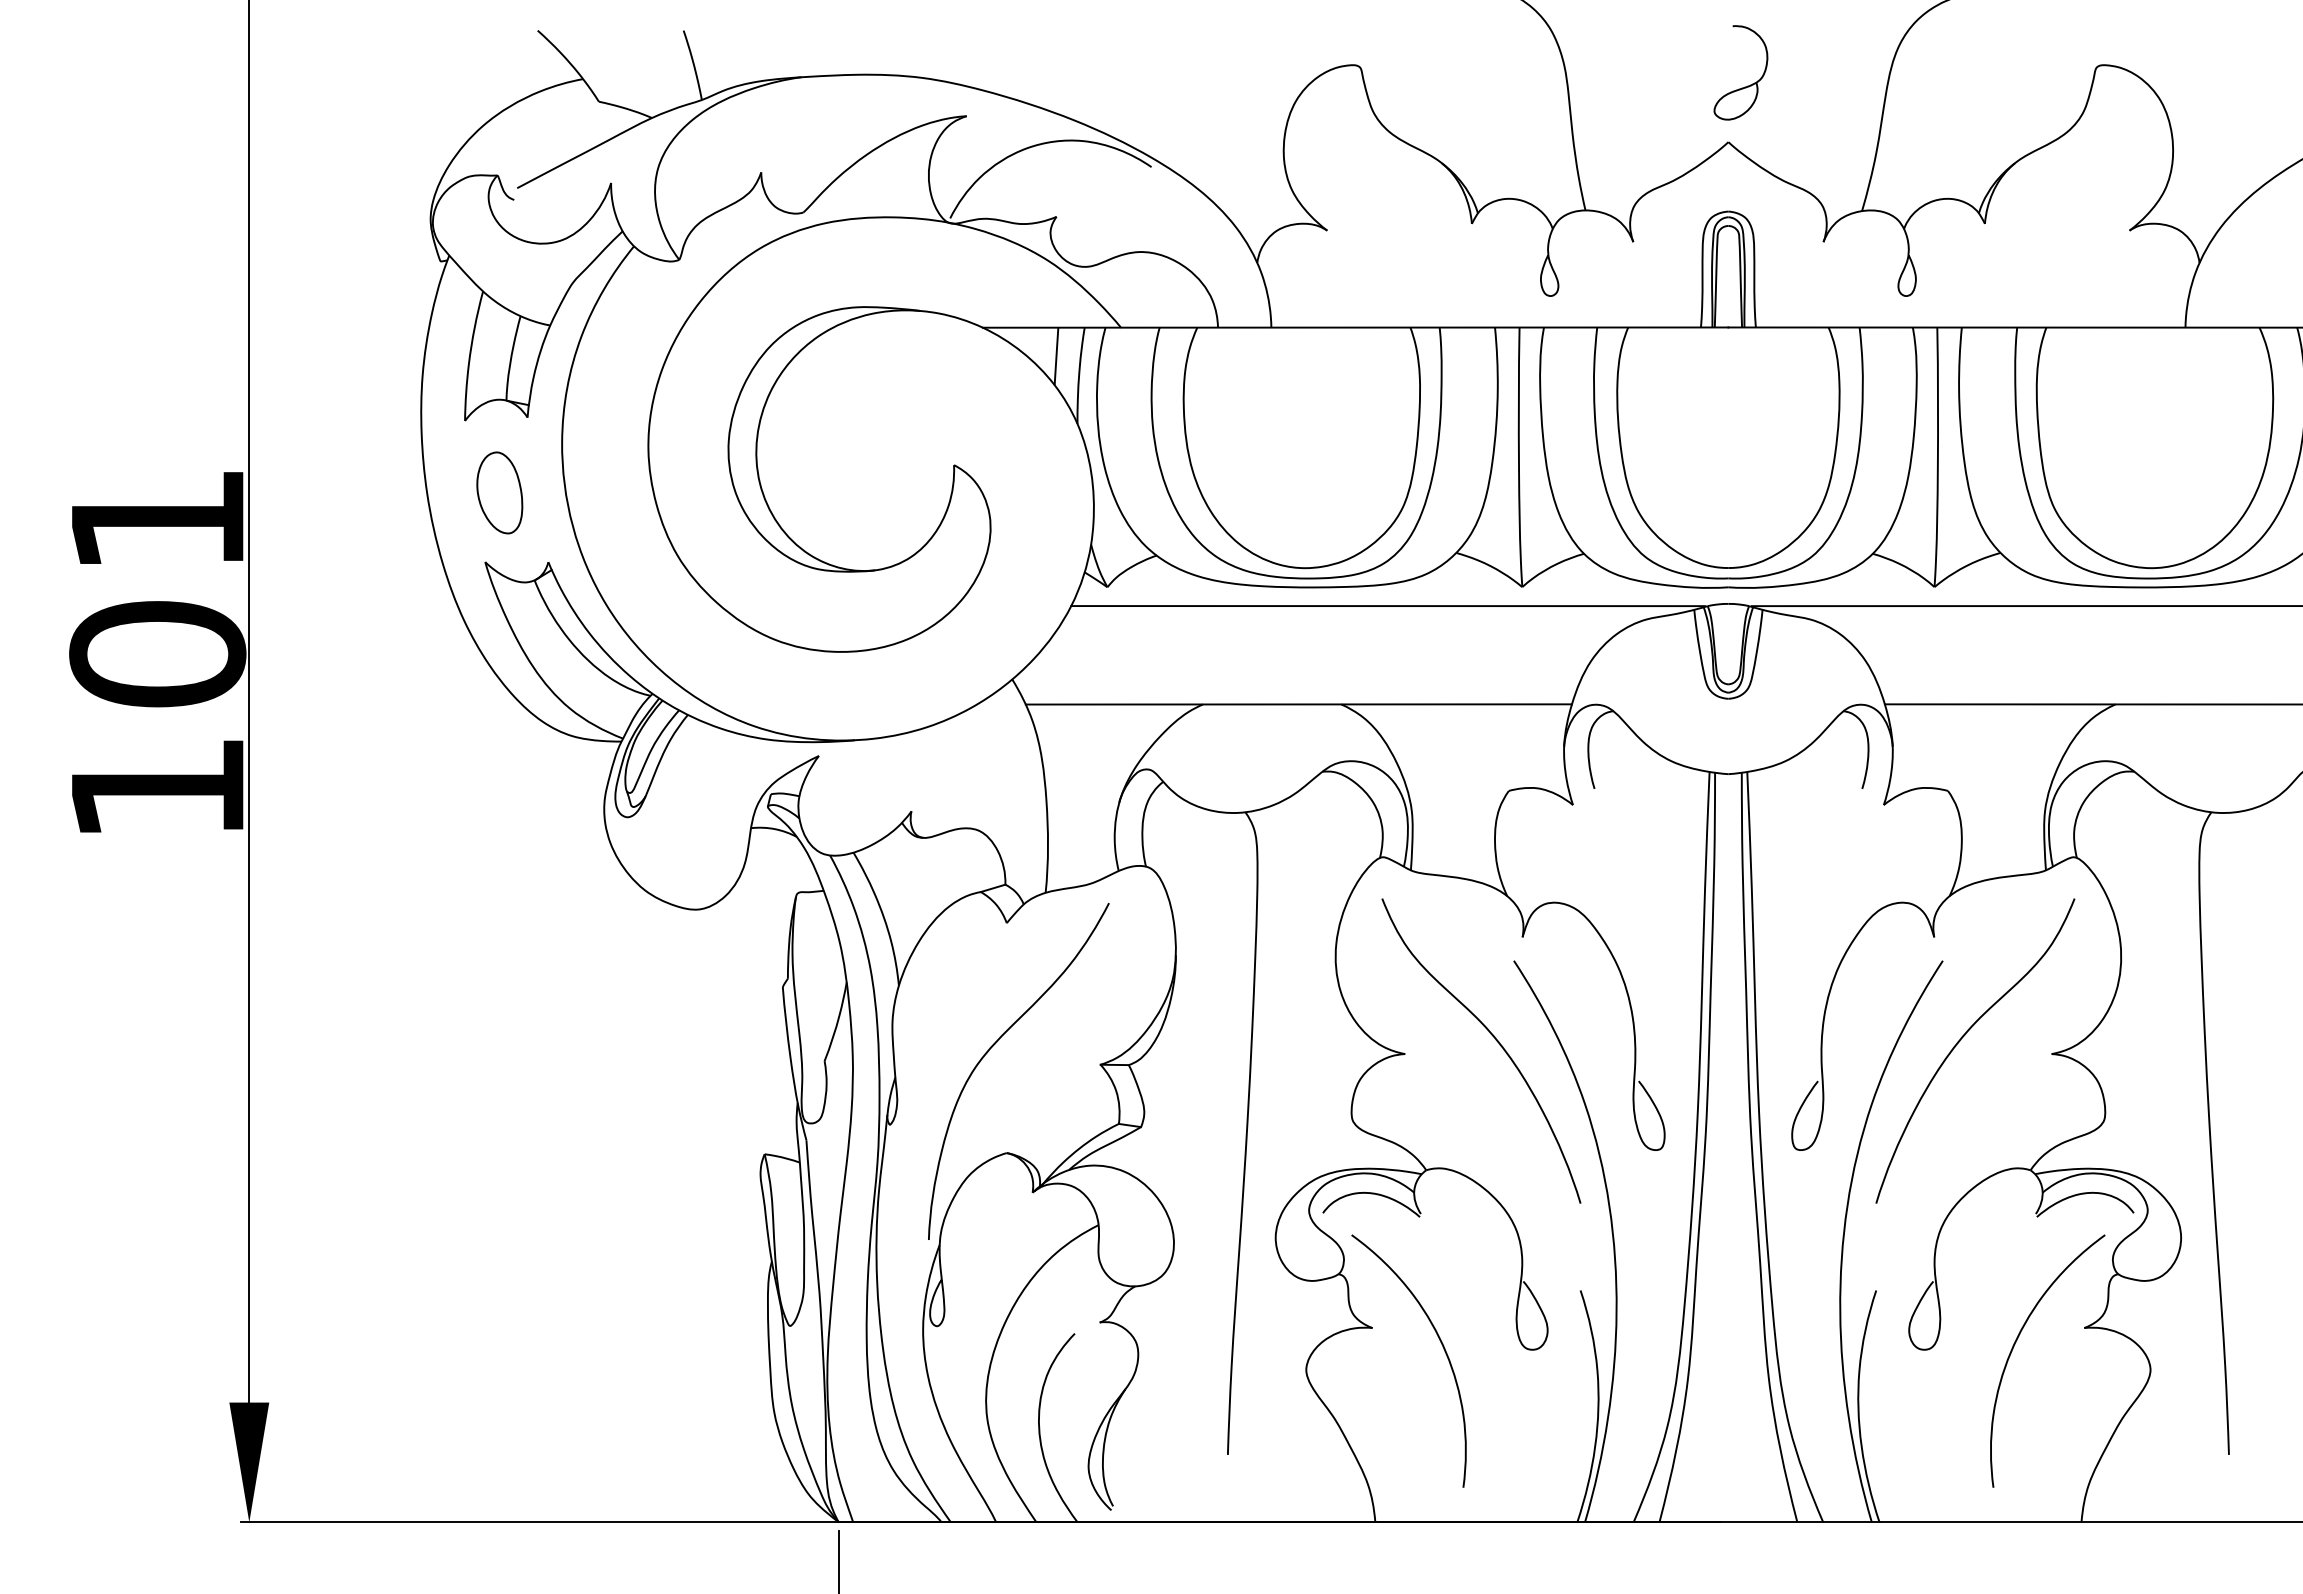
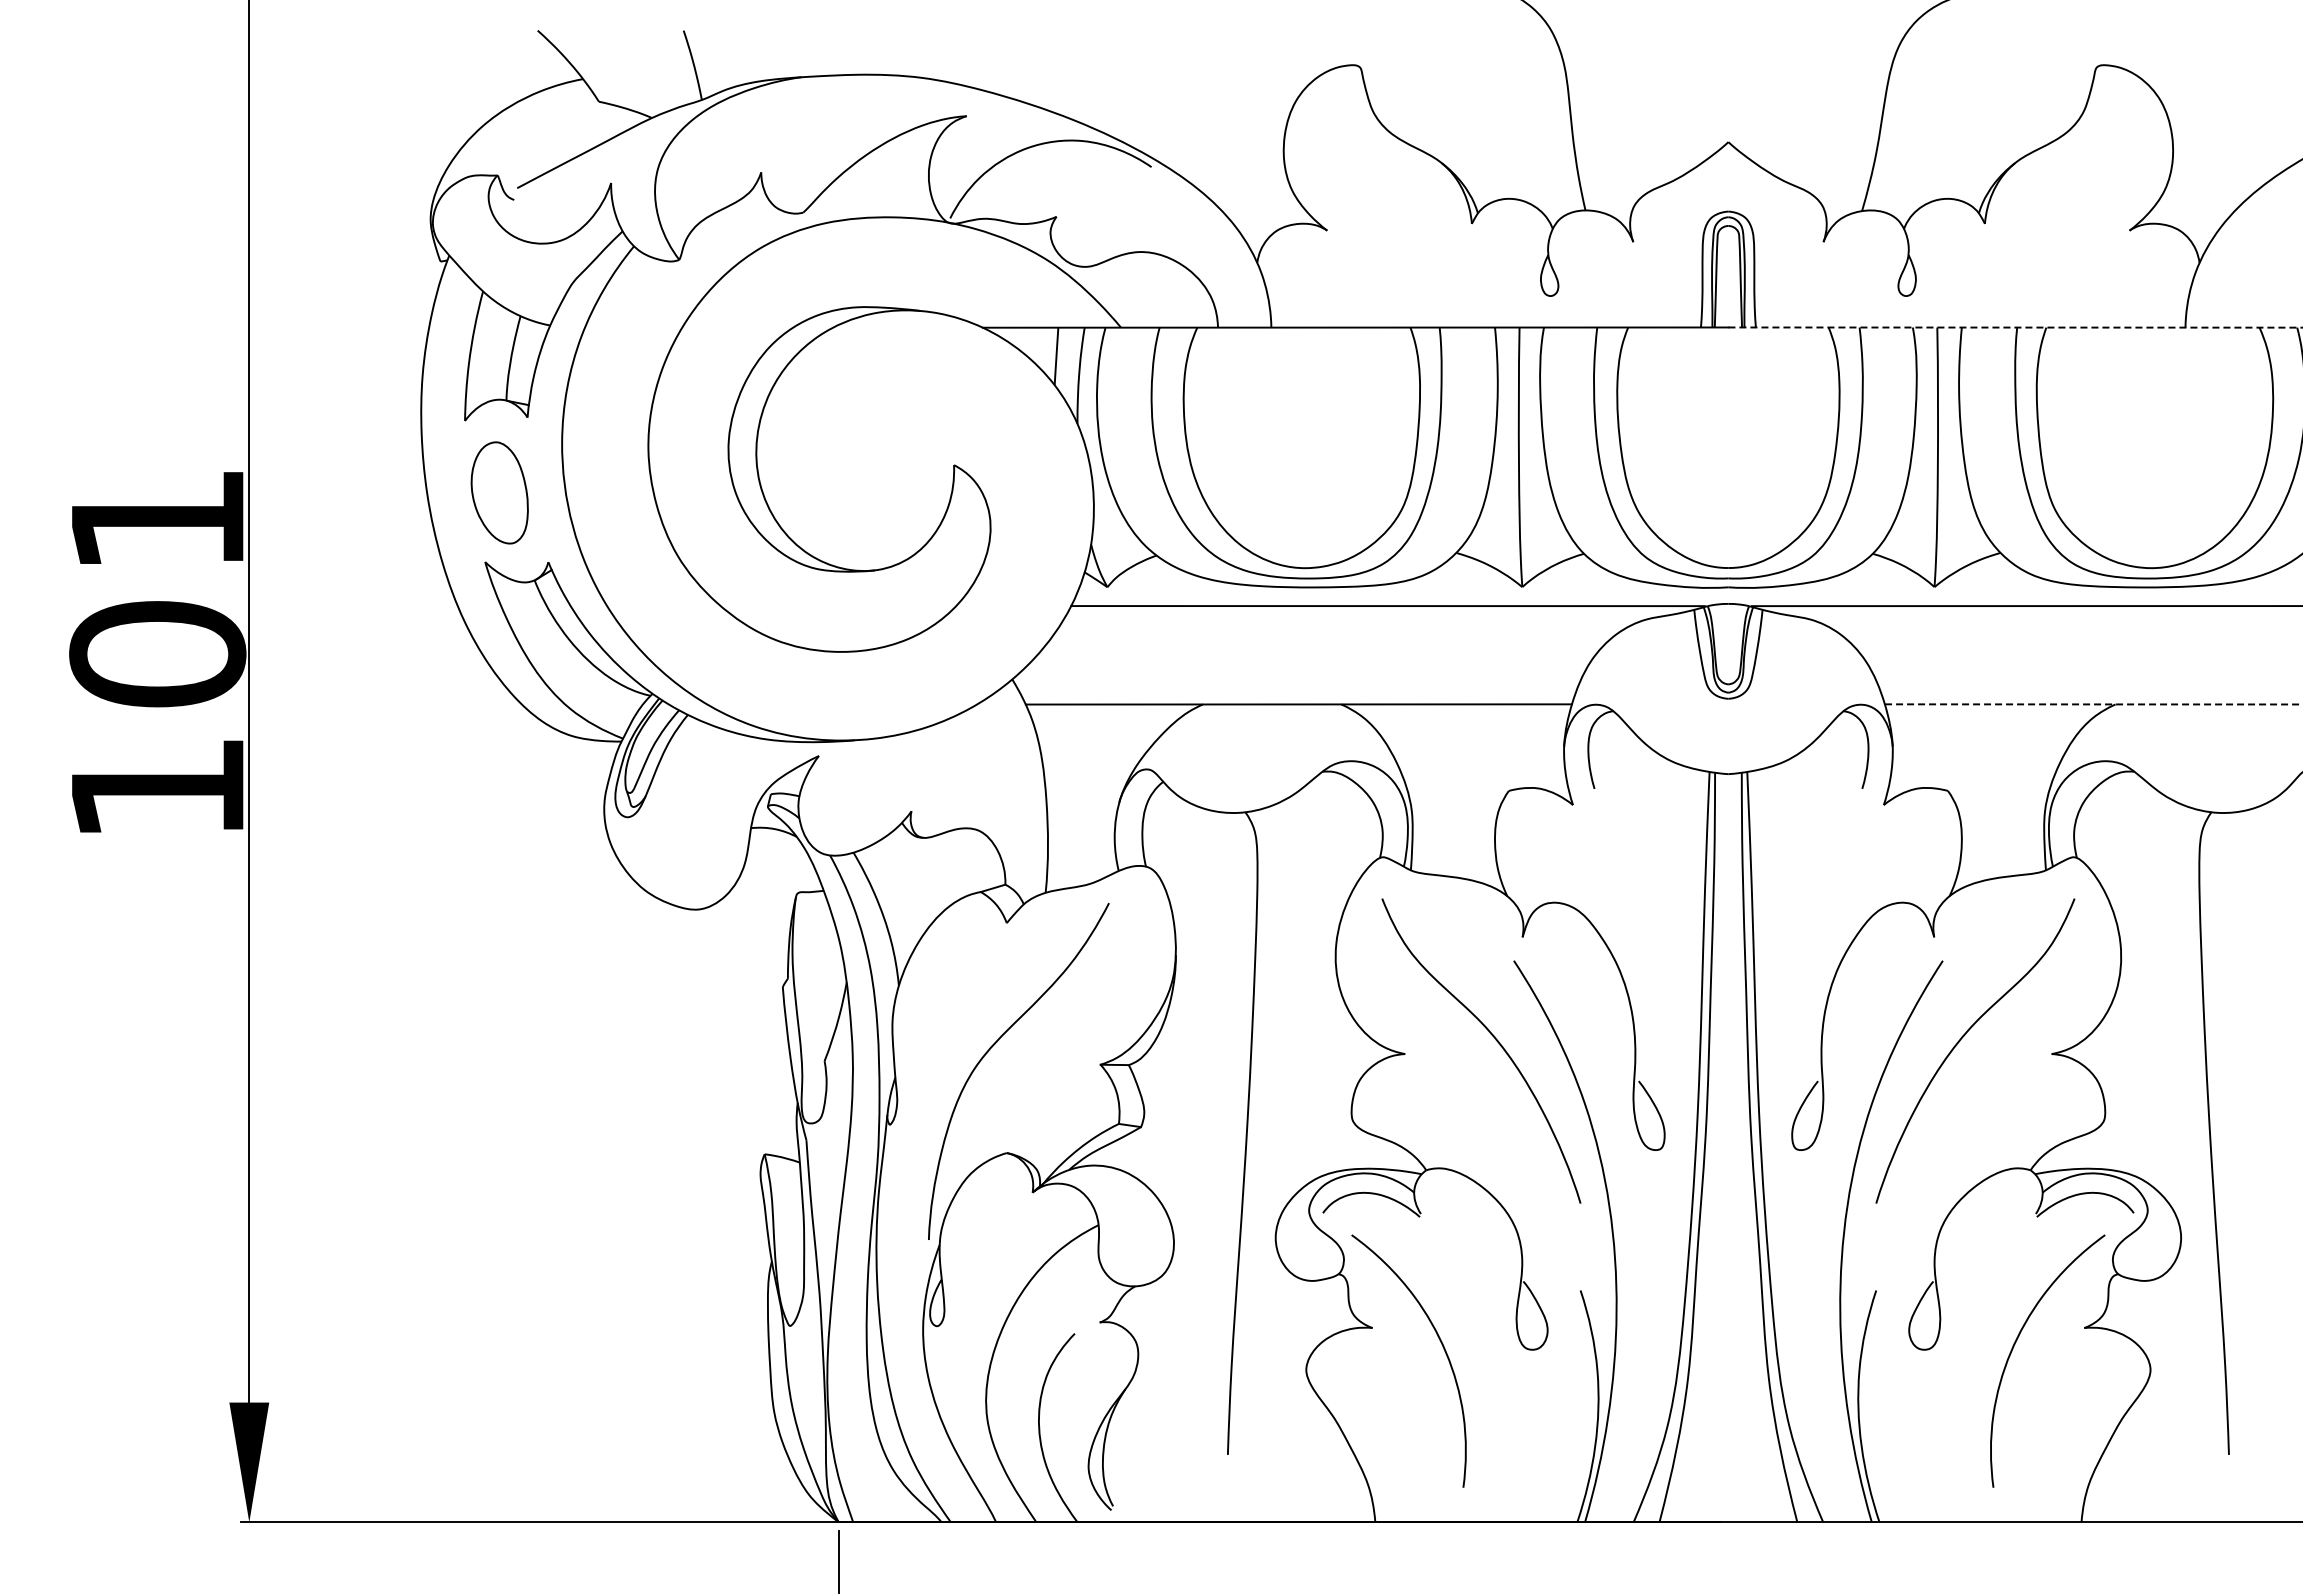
curve at (1744, 86): present -> none
line at (2015, 327): solid -> dashed
part at (499, 492) size: 48x84 px -> 59x104 px
line at (2093, 704): solid -> dashed
